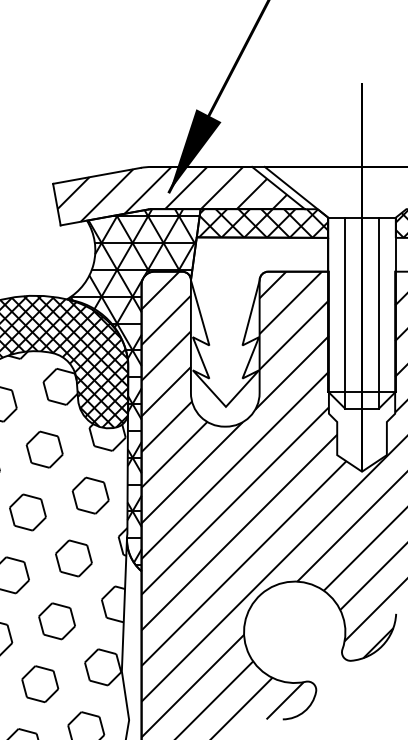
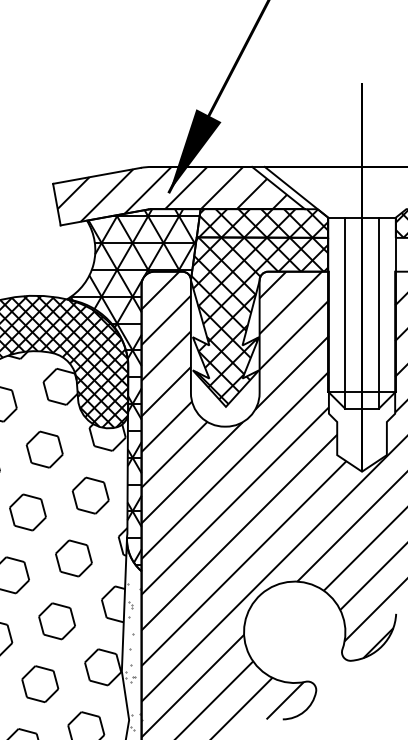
hatch at (259, 320): none -> present
hatch at (133, 640): none -> present
